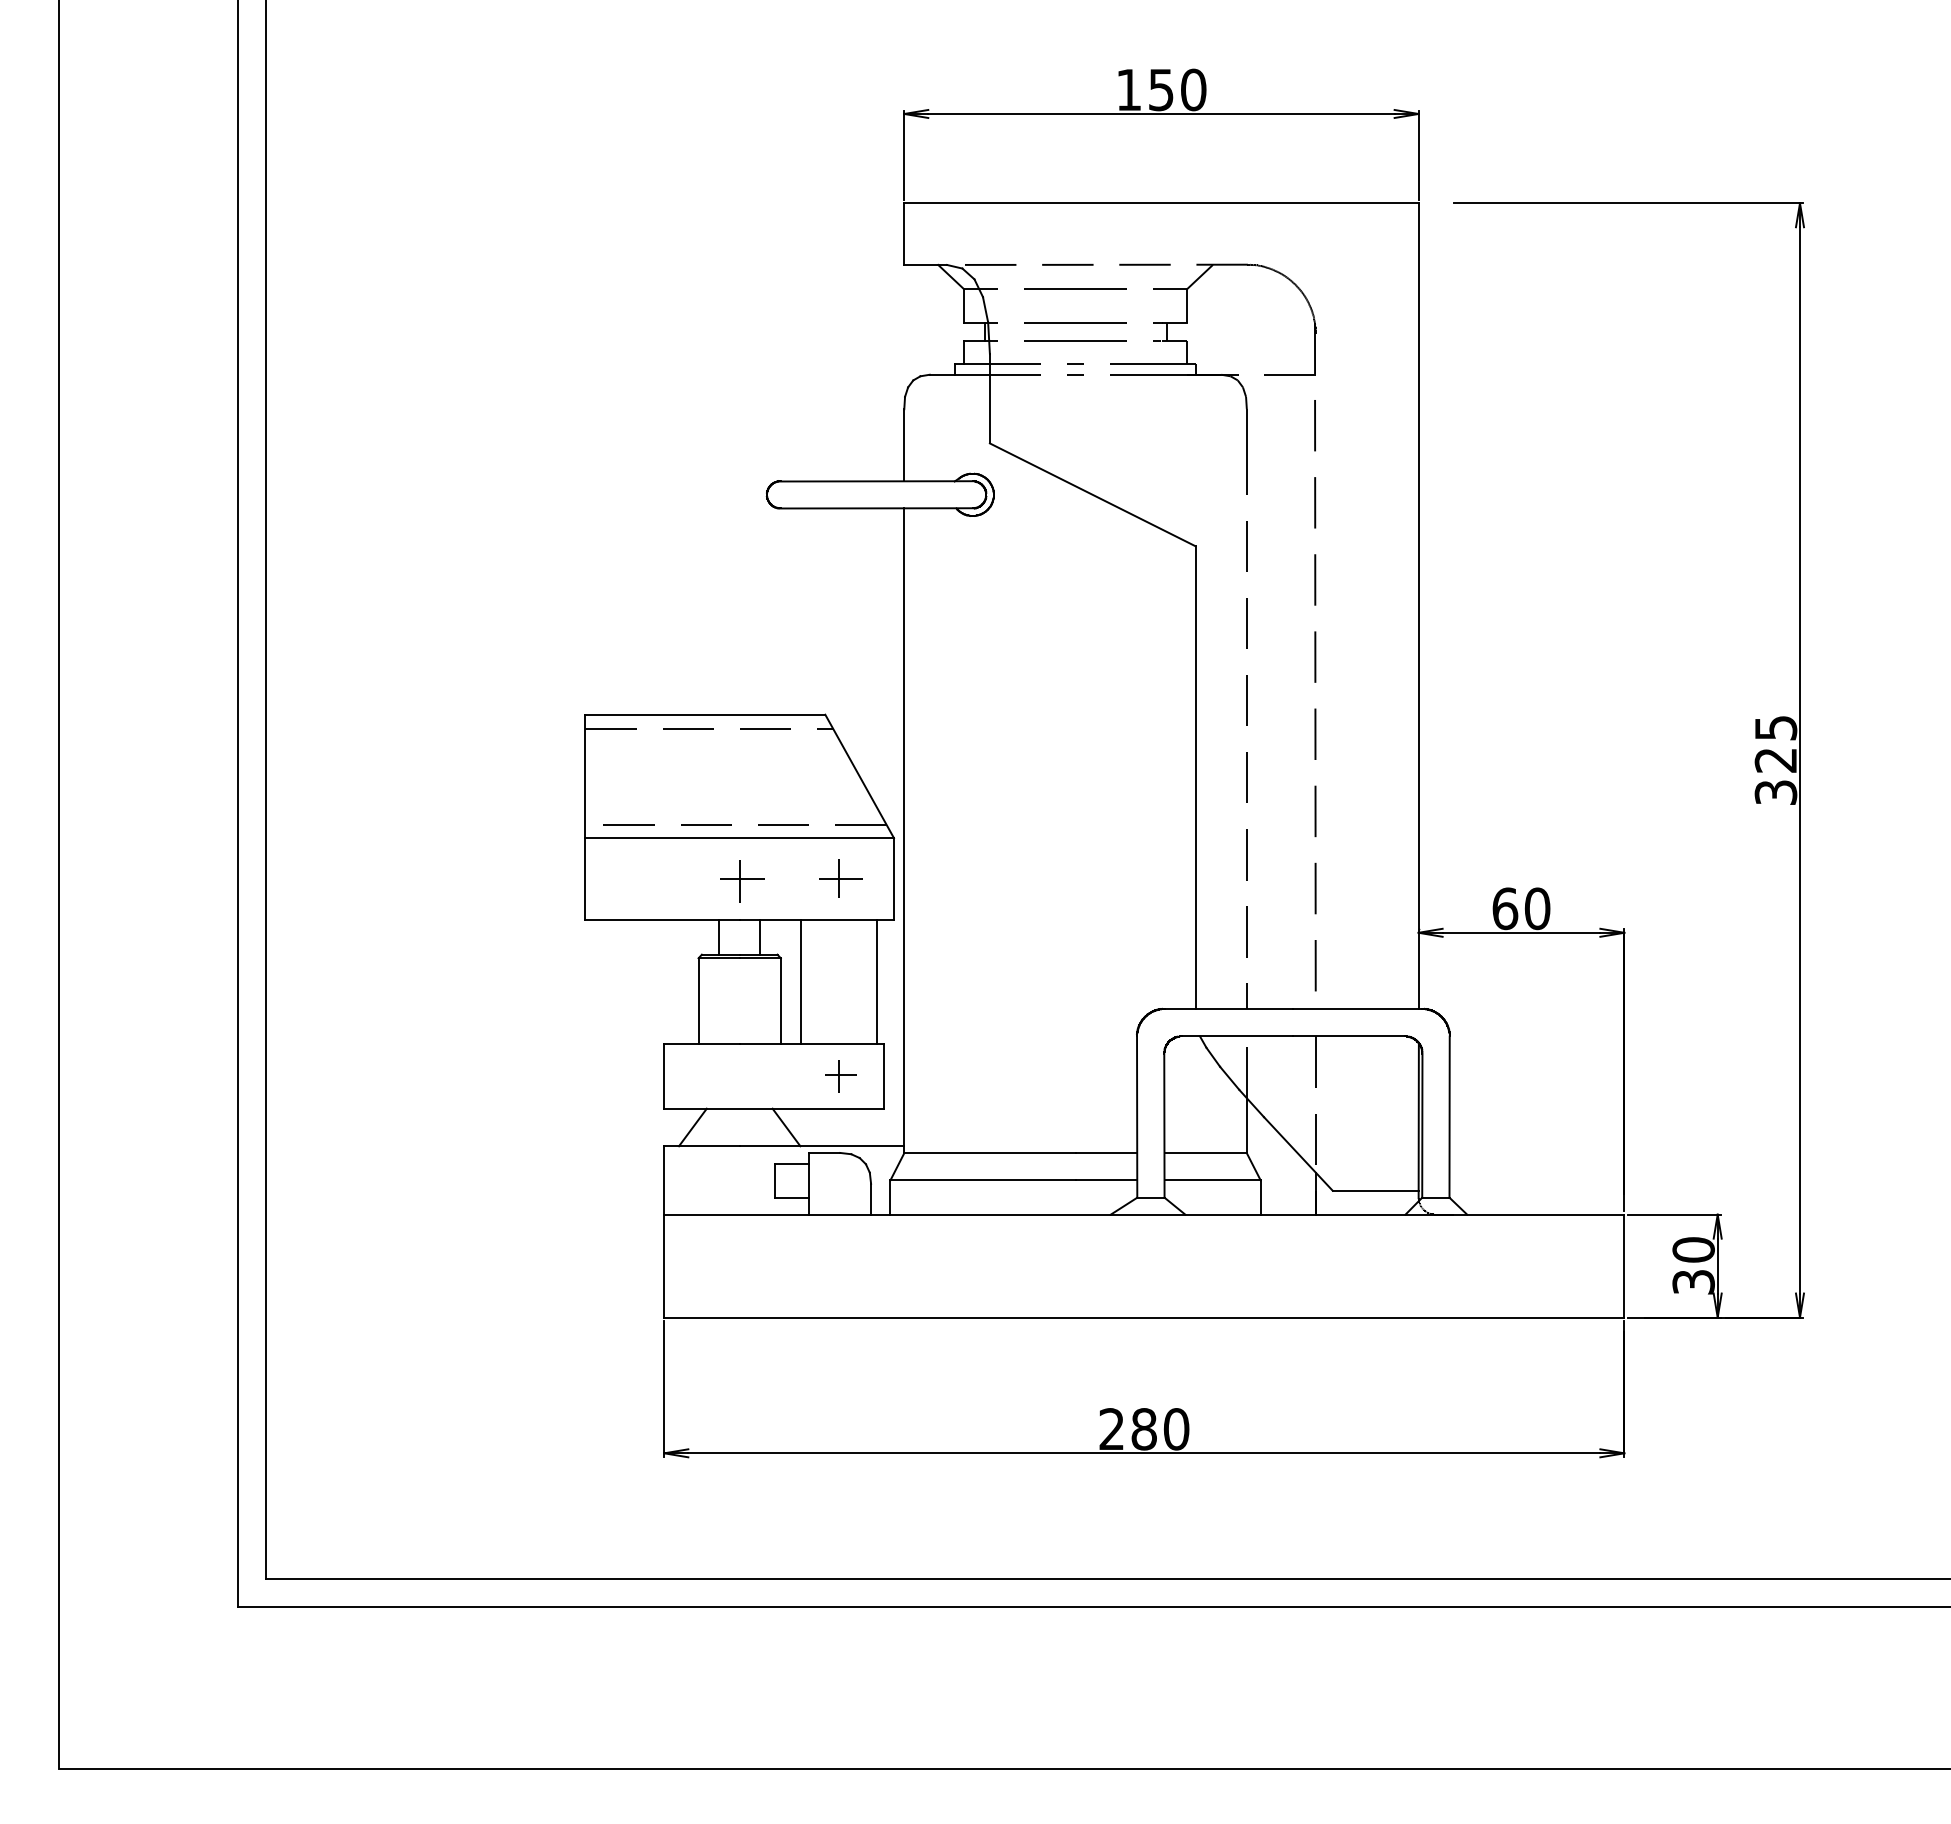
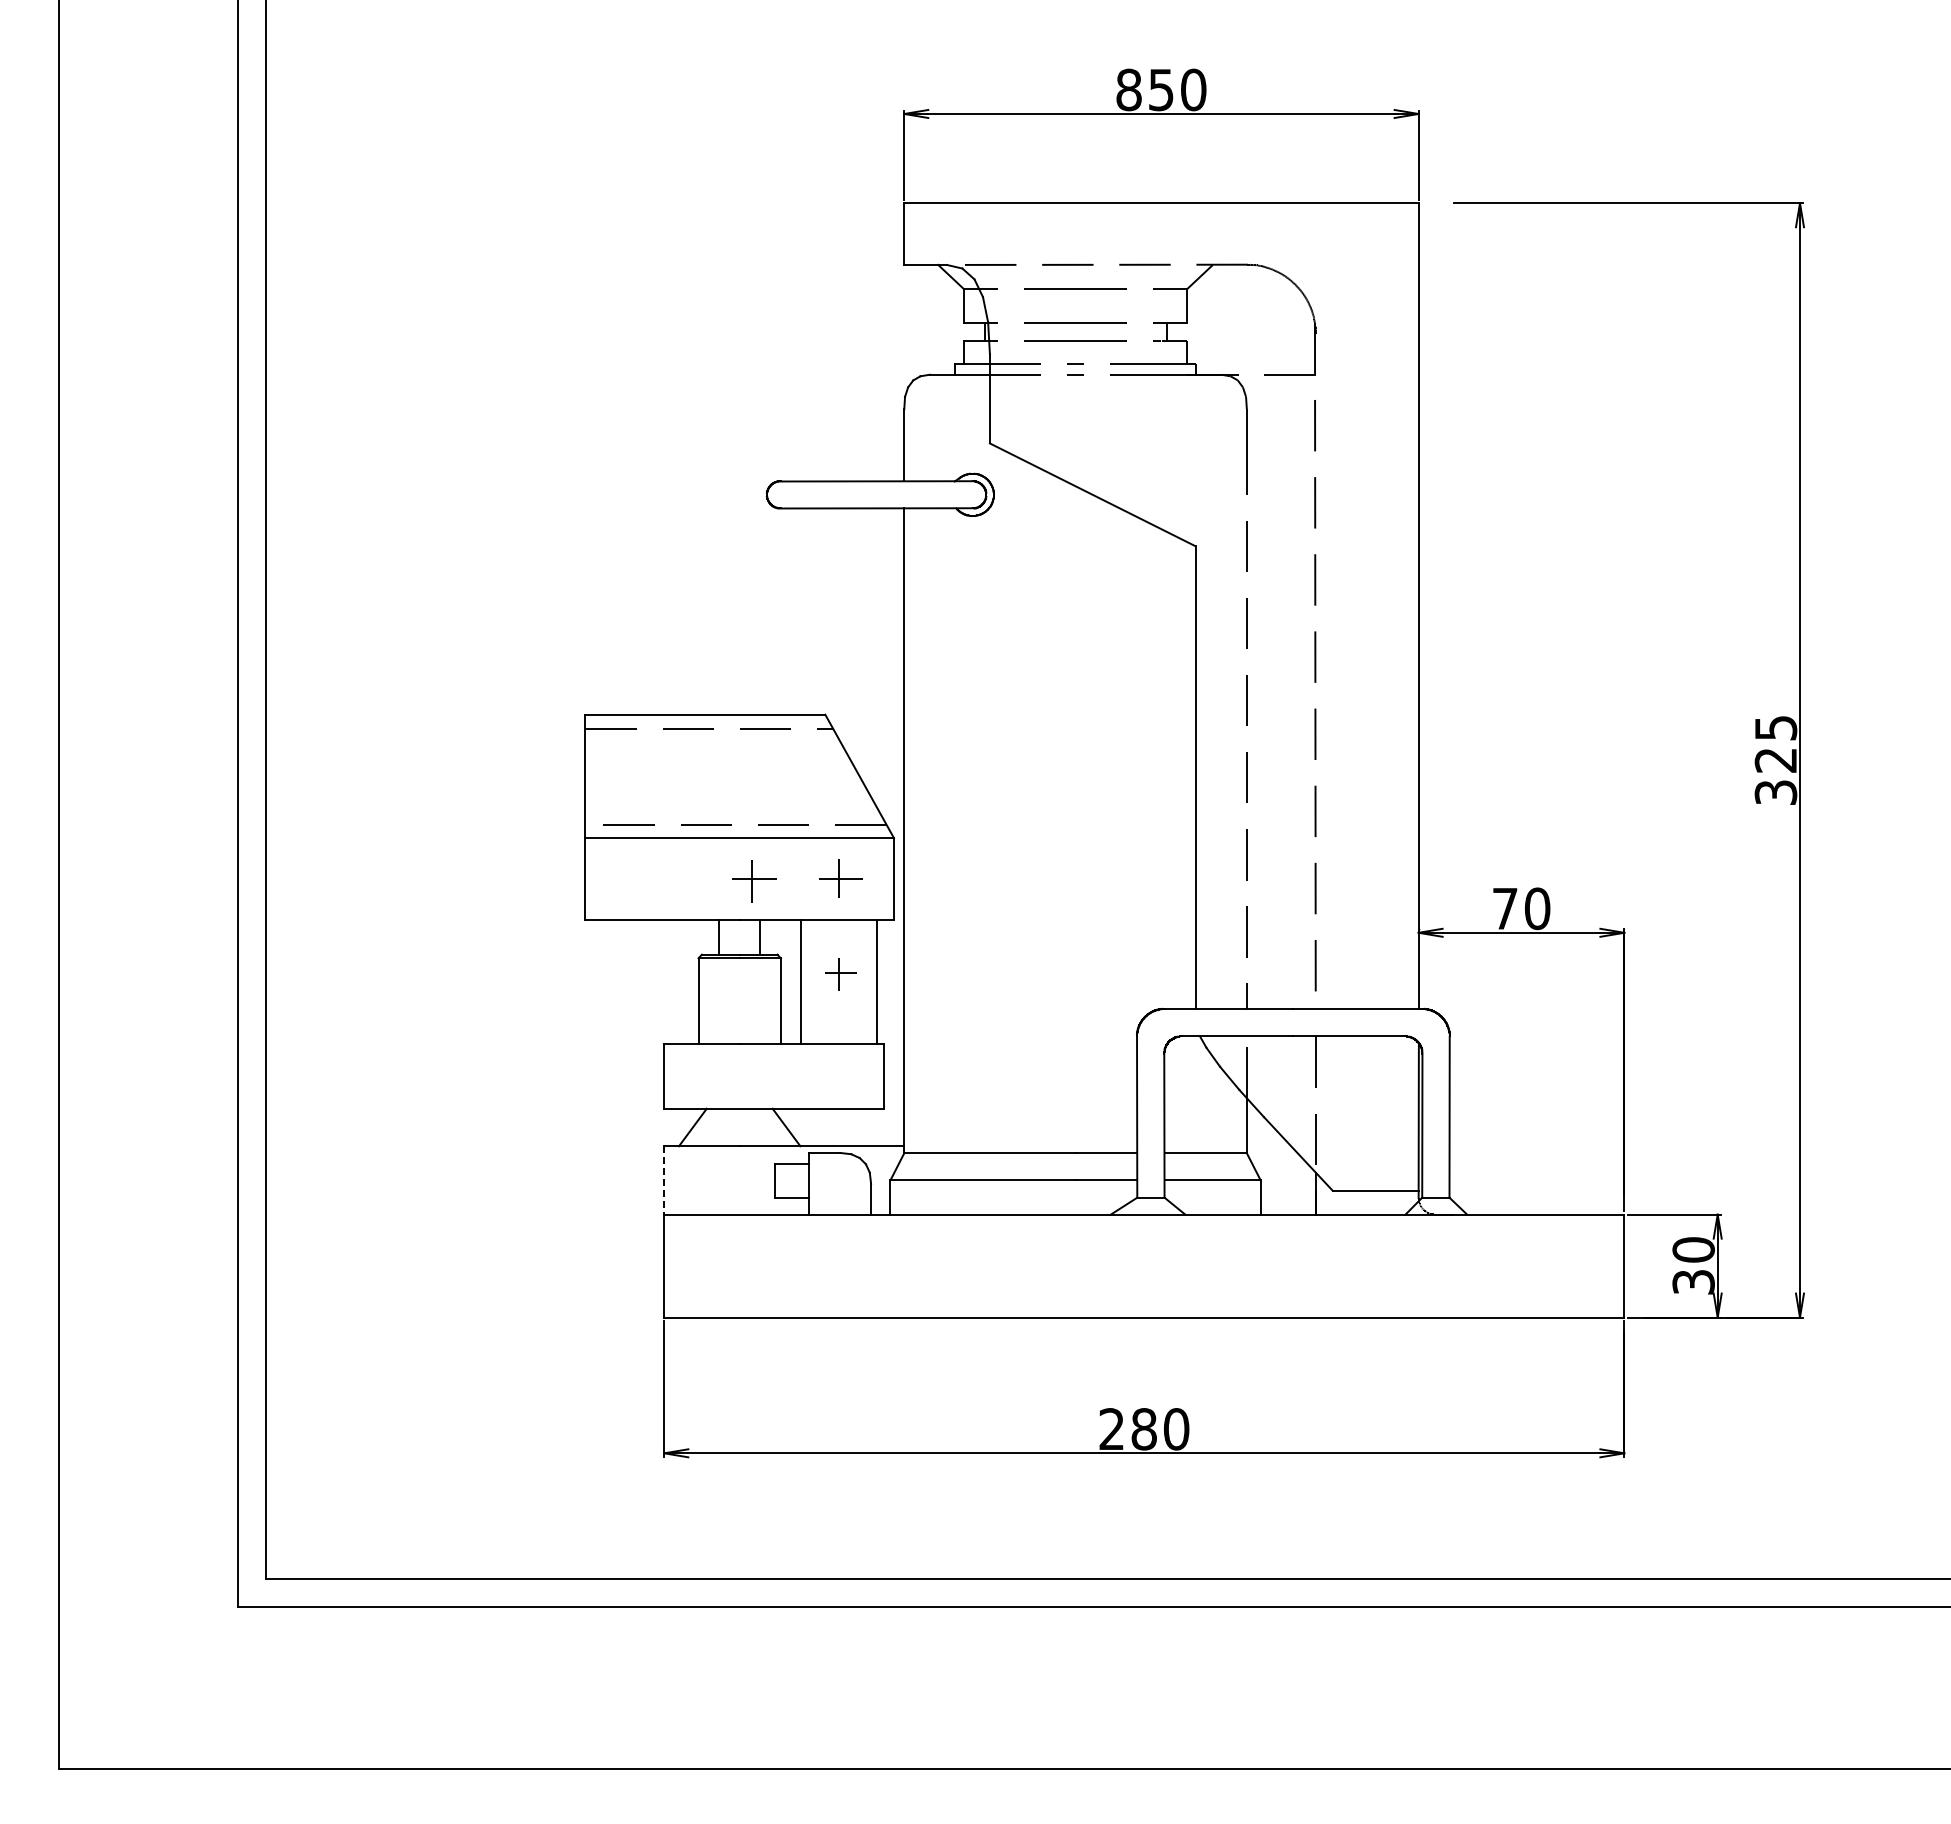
text at (1128, 89): 150 -> 850
part at (742, 881) position: (742, 881) -> (754, 881)
text at (1505, 908): 60 -> 70
part at (840, 1076) position: (840, 1076) -> (840, 974)
line at (664, 1180): solid -> dashed
